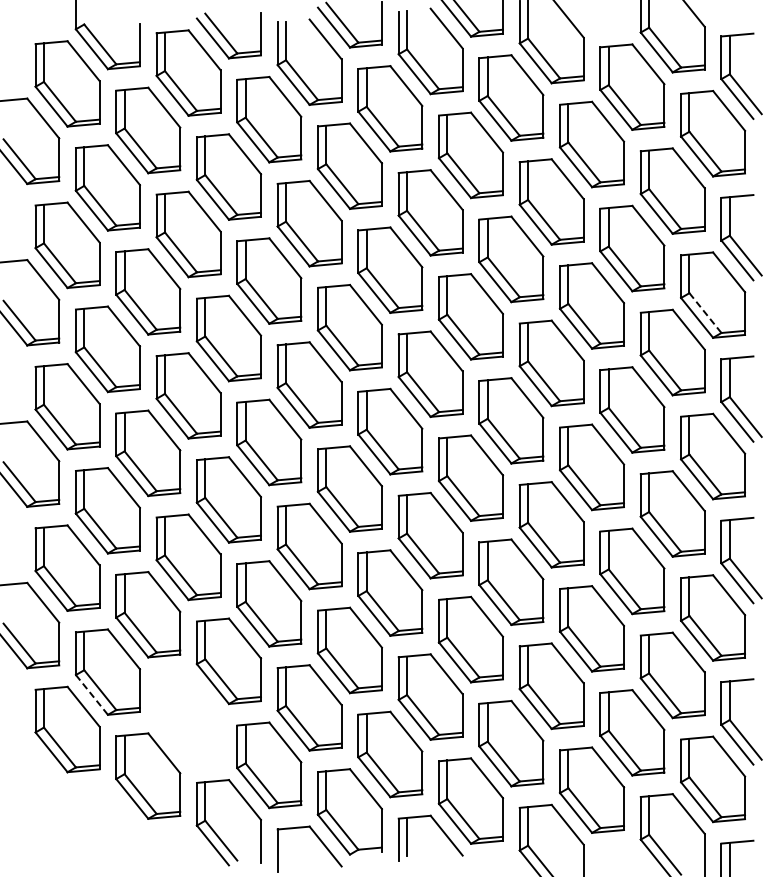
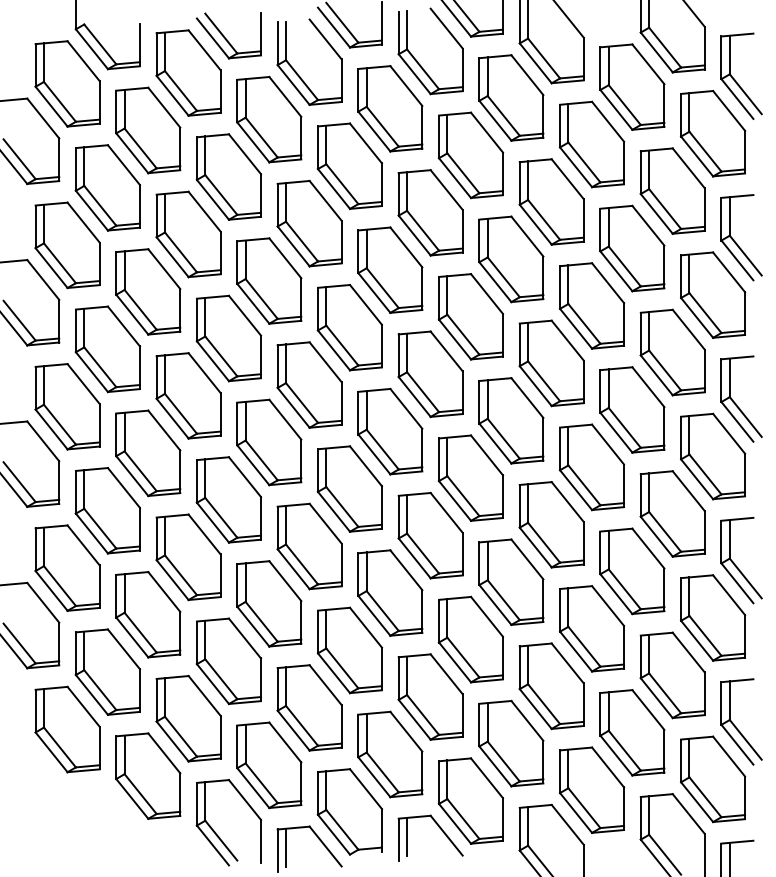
line at (705, 313): dashed -> solid
line at (91, 694): dashed -> solid
part at (188, 718): none -> present
line at (286, 847): none -> present
